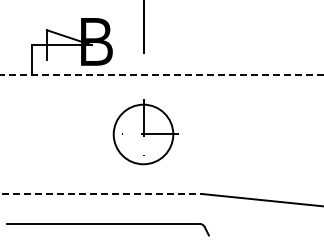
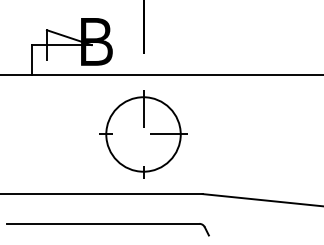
line at (162, 74): dashed -> solid
part at (145, 132) size: 67x67 px -> 89x89 px
line at (101, 194): dashed -> solid
